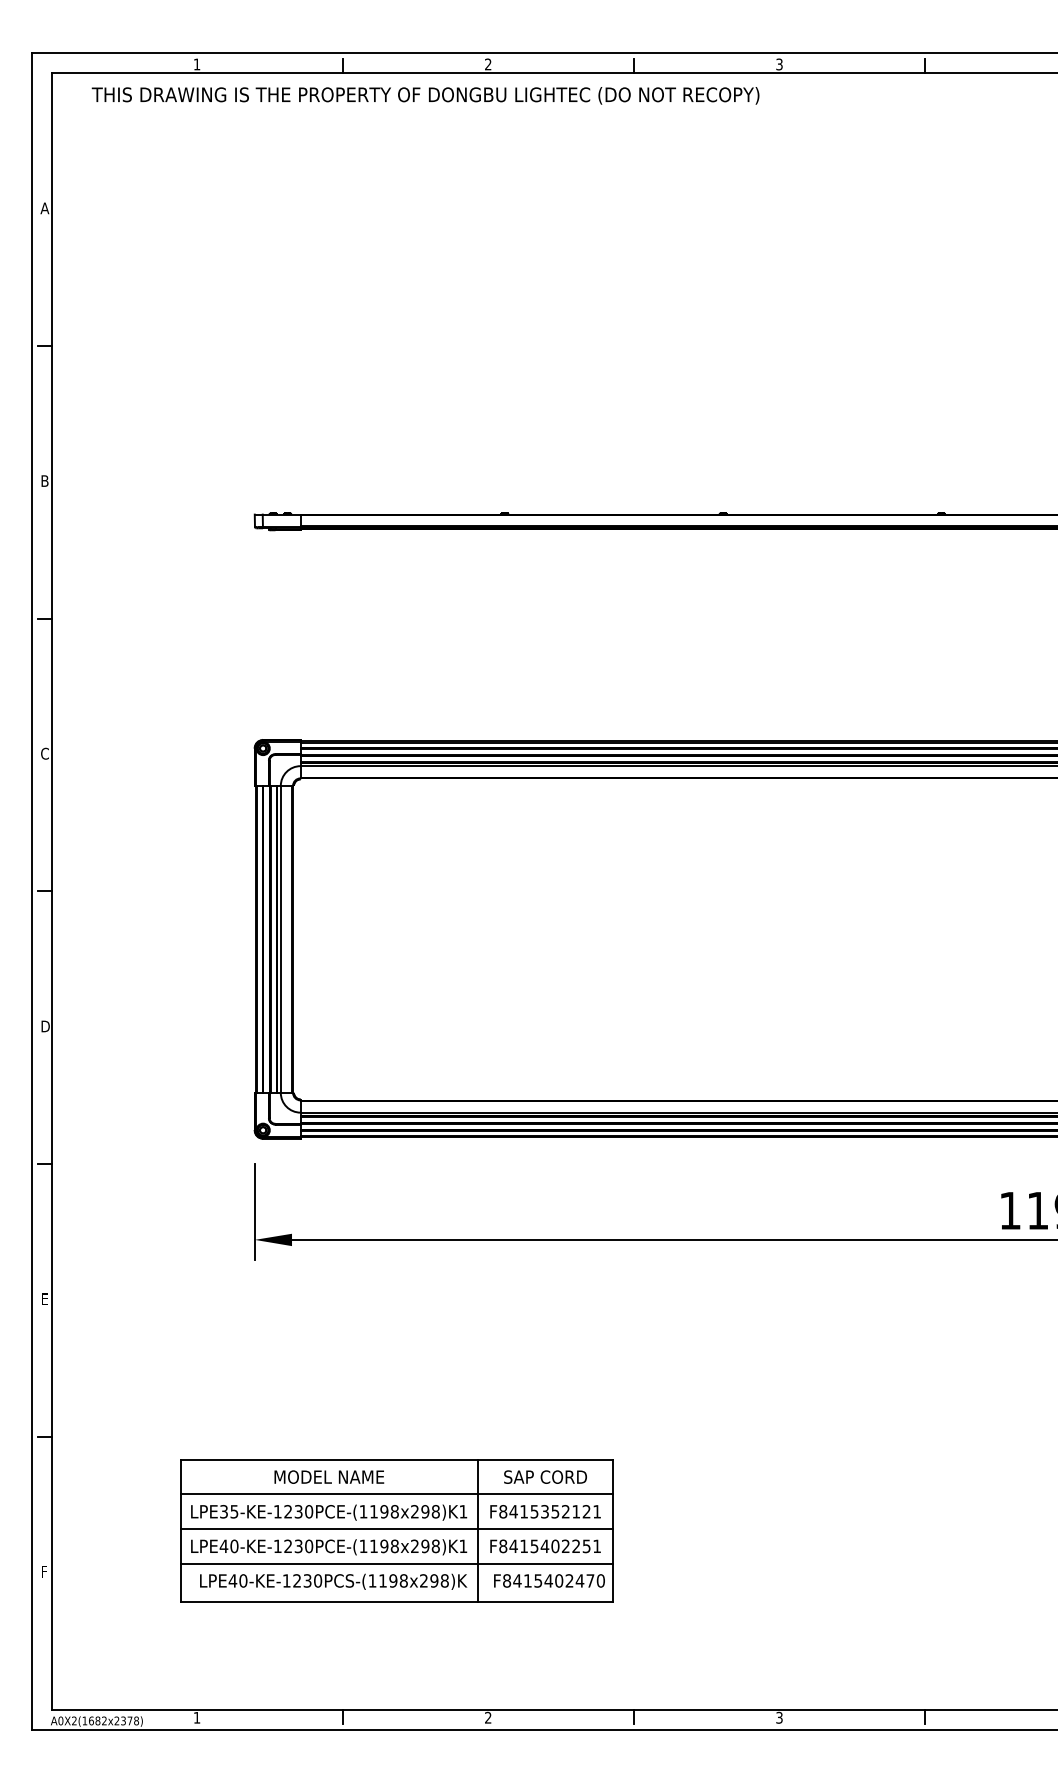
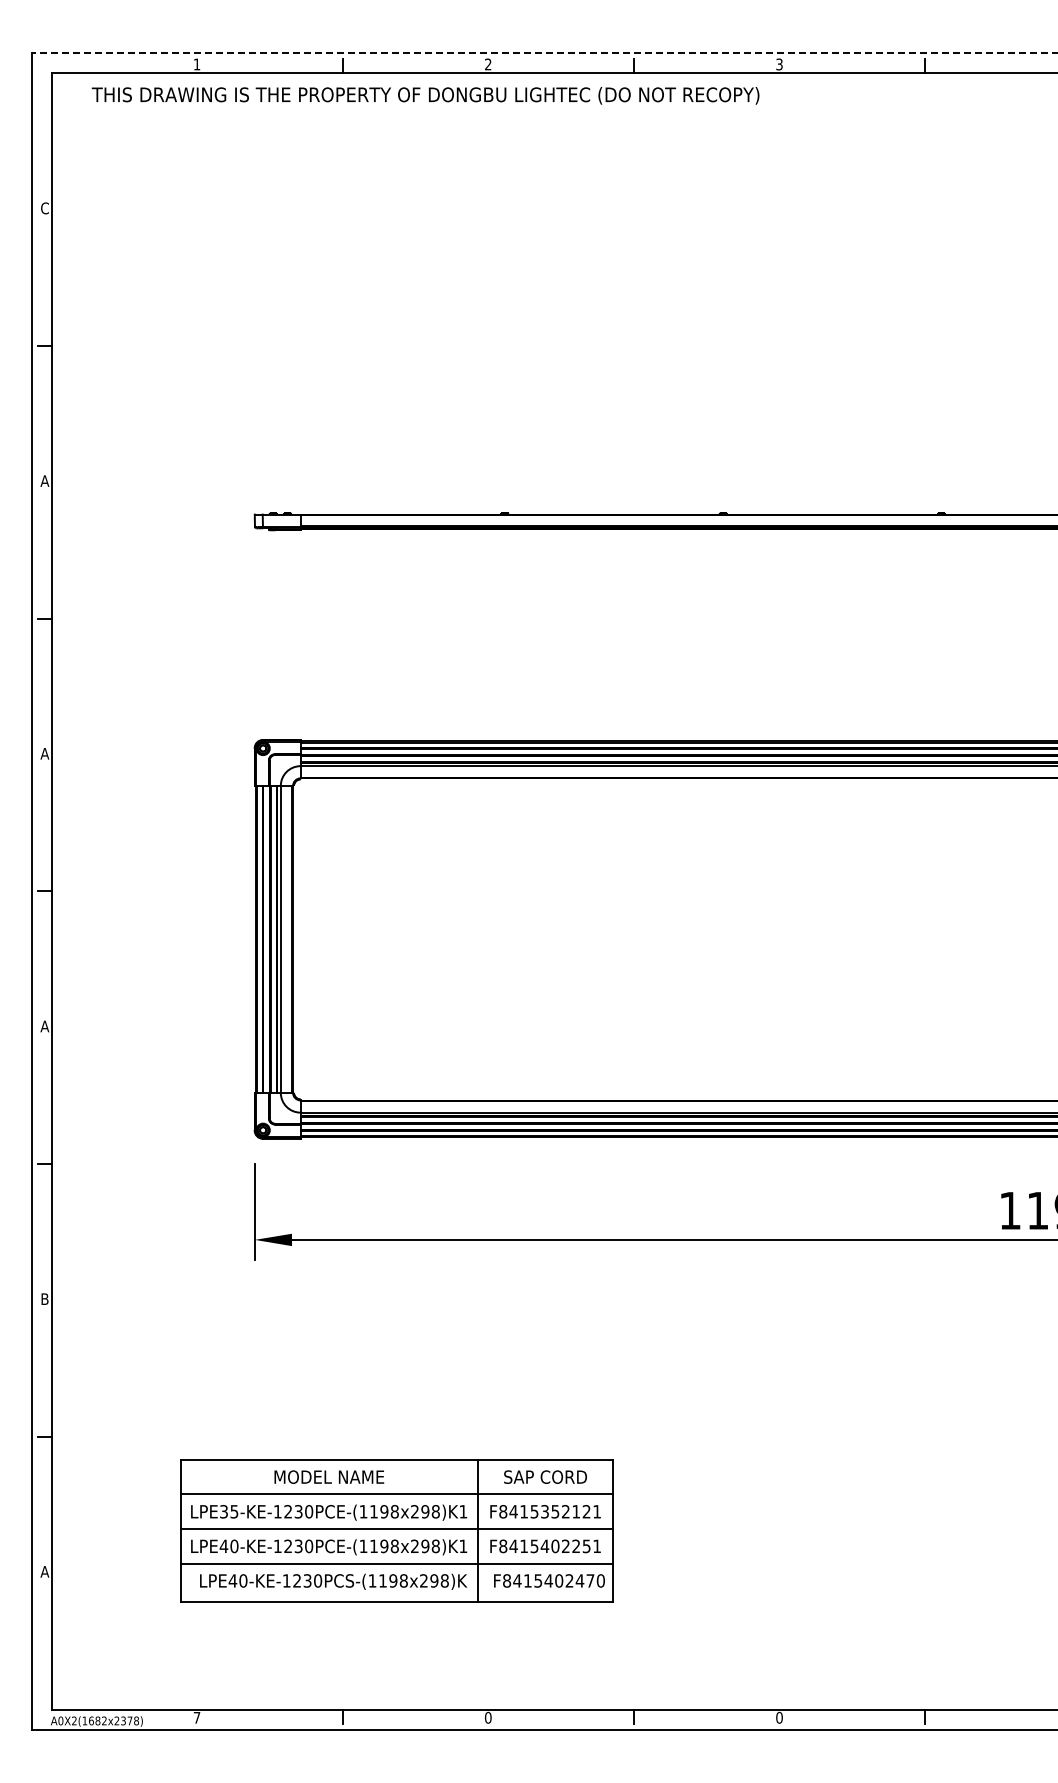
line at (544, 53): solid -> dashed
text at (44, 208): A -> C
text at (44, 480): B -> A
text at (44, 753): C -> A
text at (44, 1026): D -> A
text at (44, 1298): E -> B
text at (44, 1571): F -> A
text at (196, 1717): 1 -> 7
text at (488, 1717): 2 -> 0
text at (779, 1717): 3 -> 0
